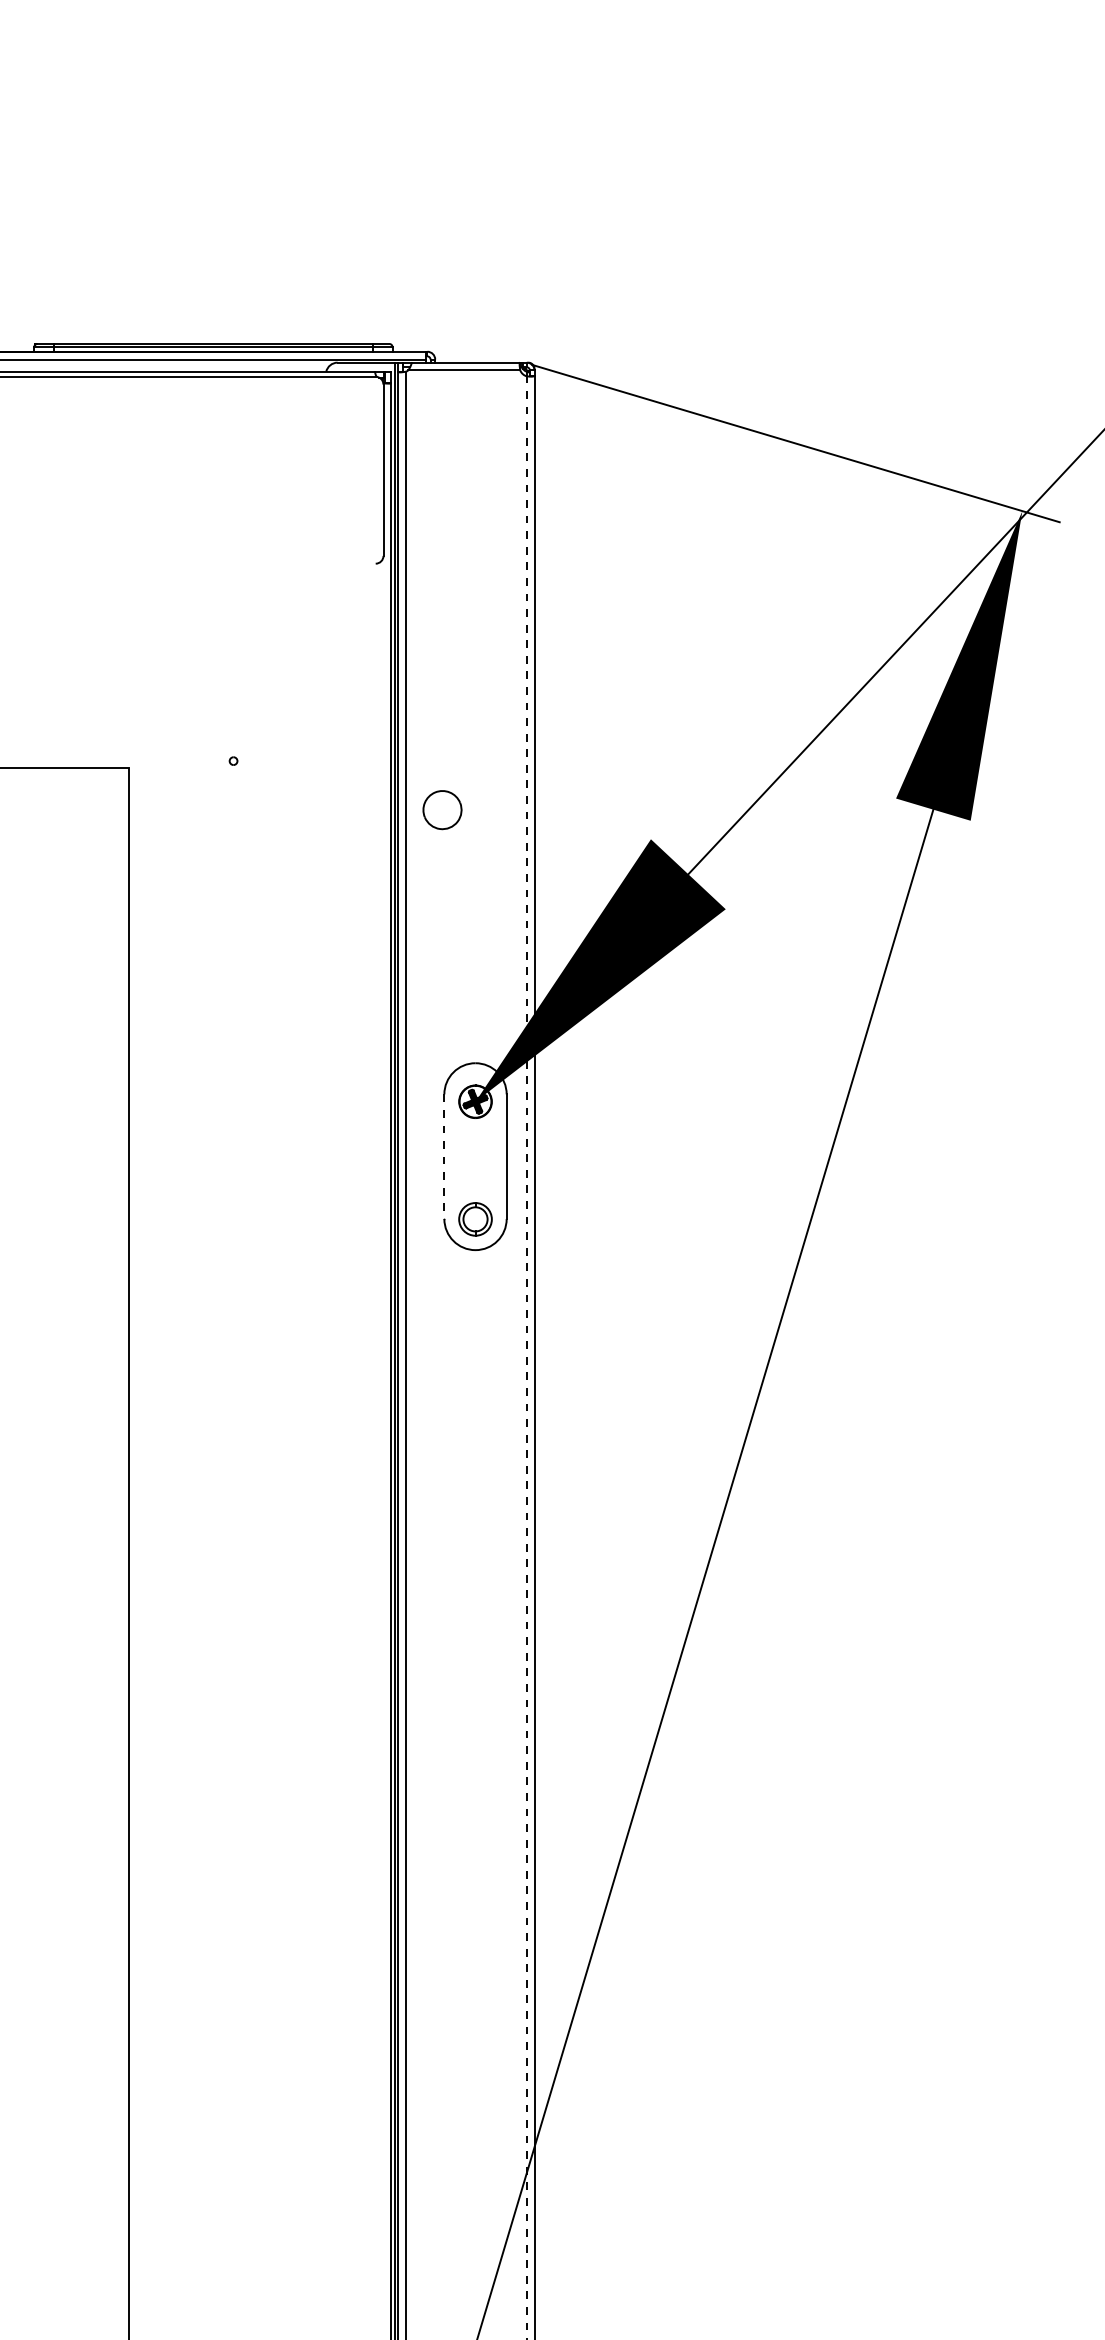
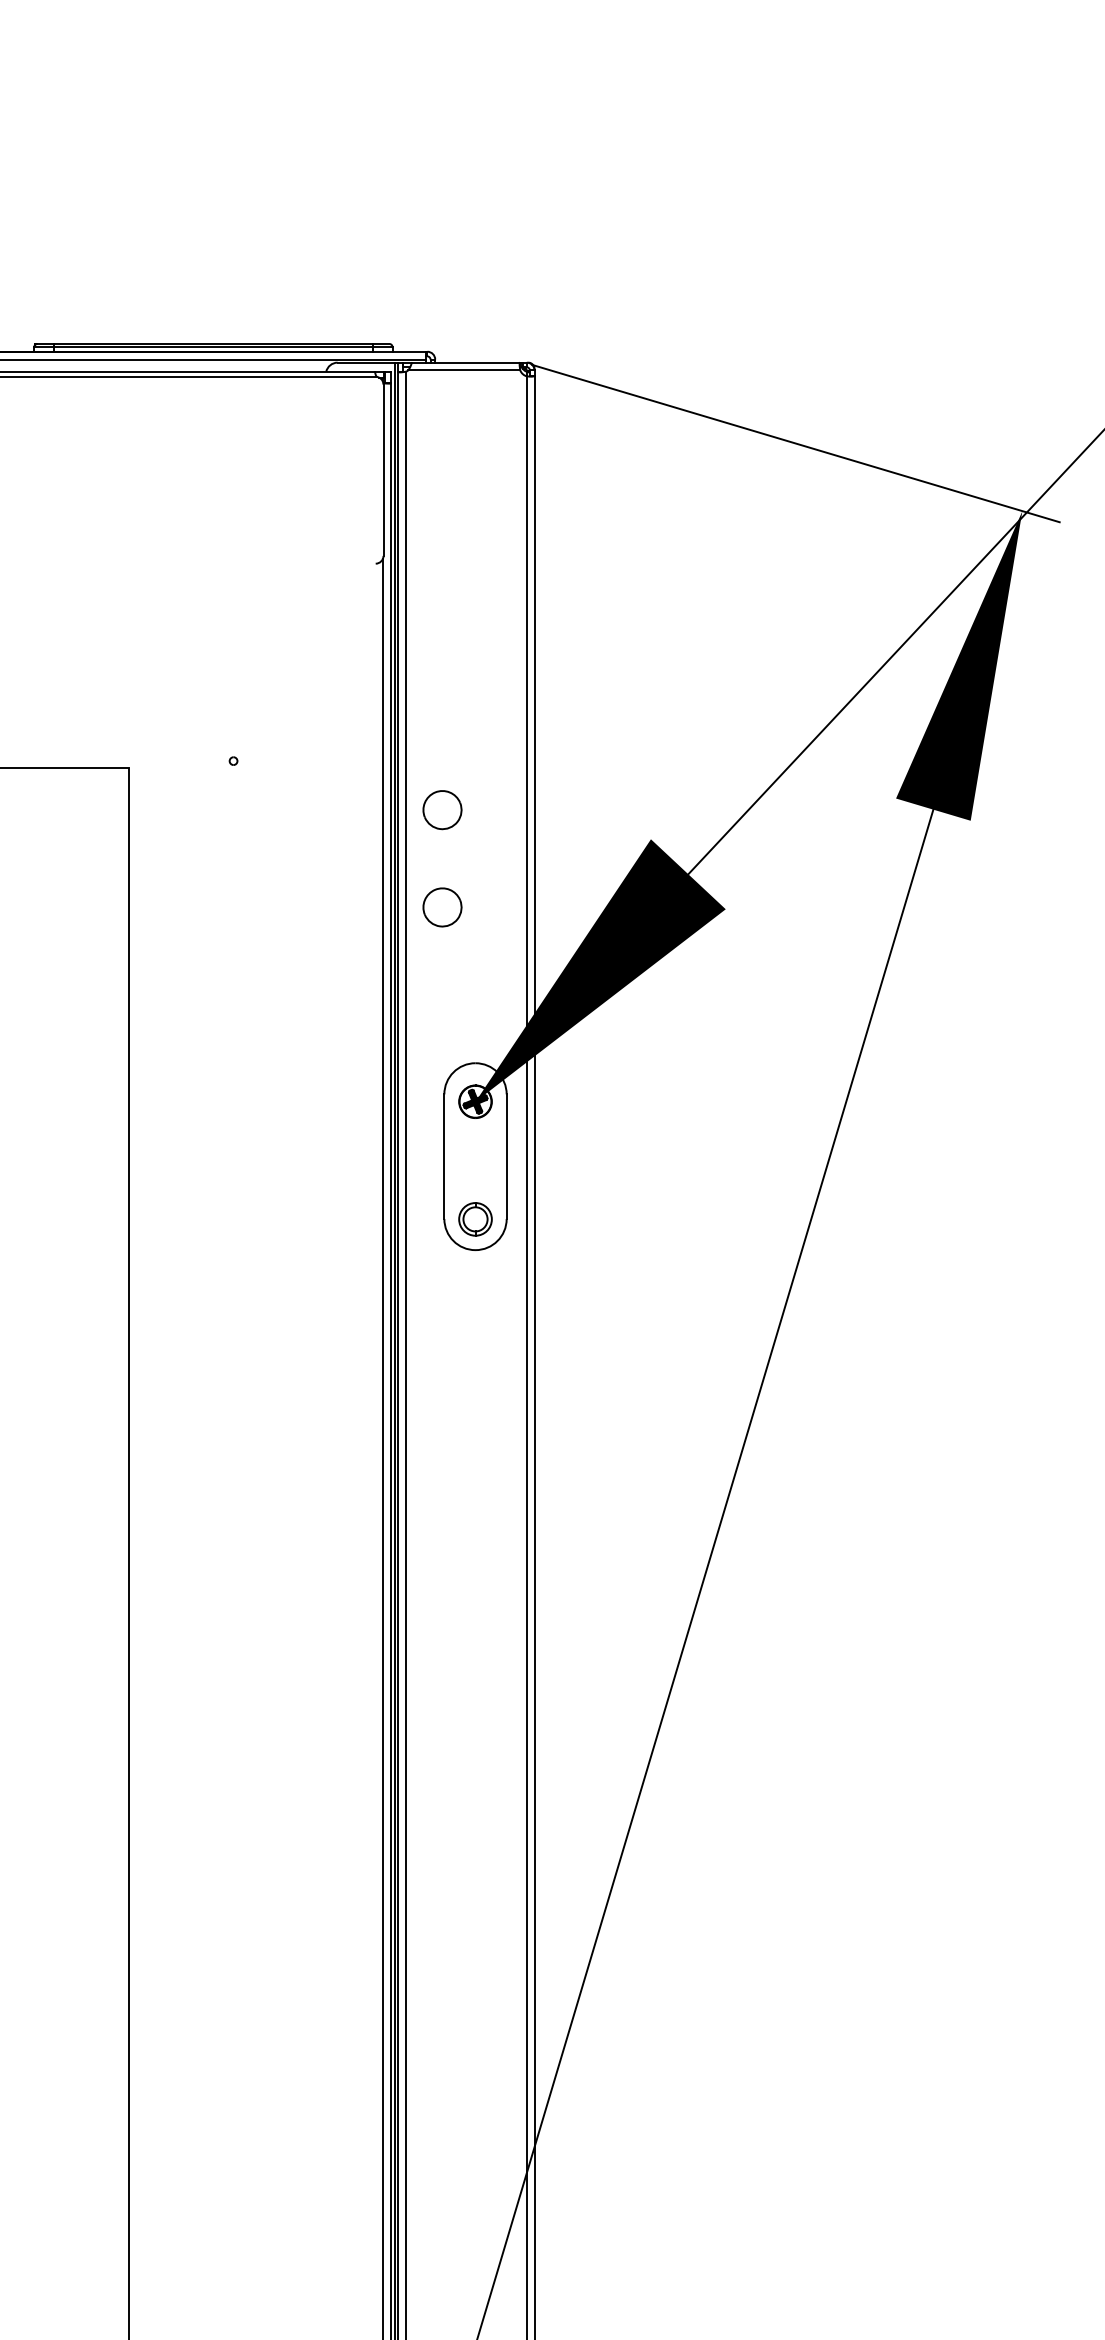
part at (442, 907): none -> present
line at (444, 1157): dashed -> solid
line at (526, 1358): dashed -> solid
line at (382, 1447): none -> present
